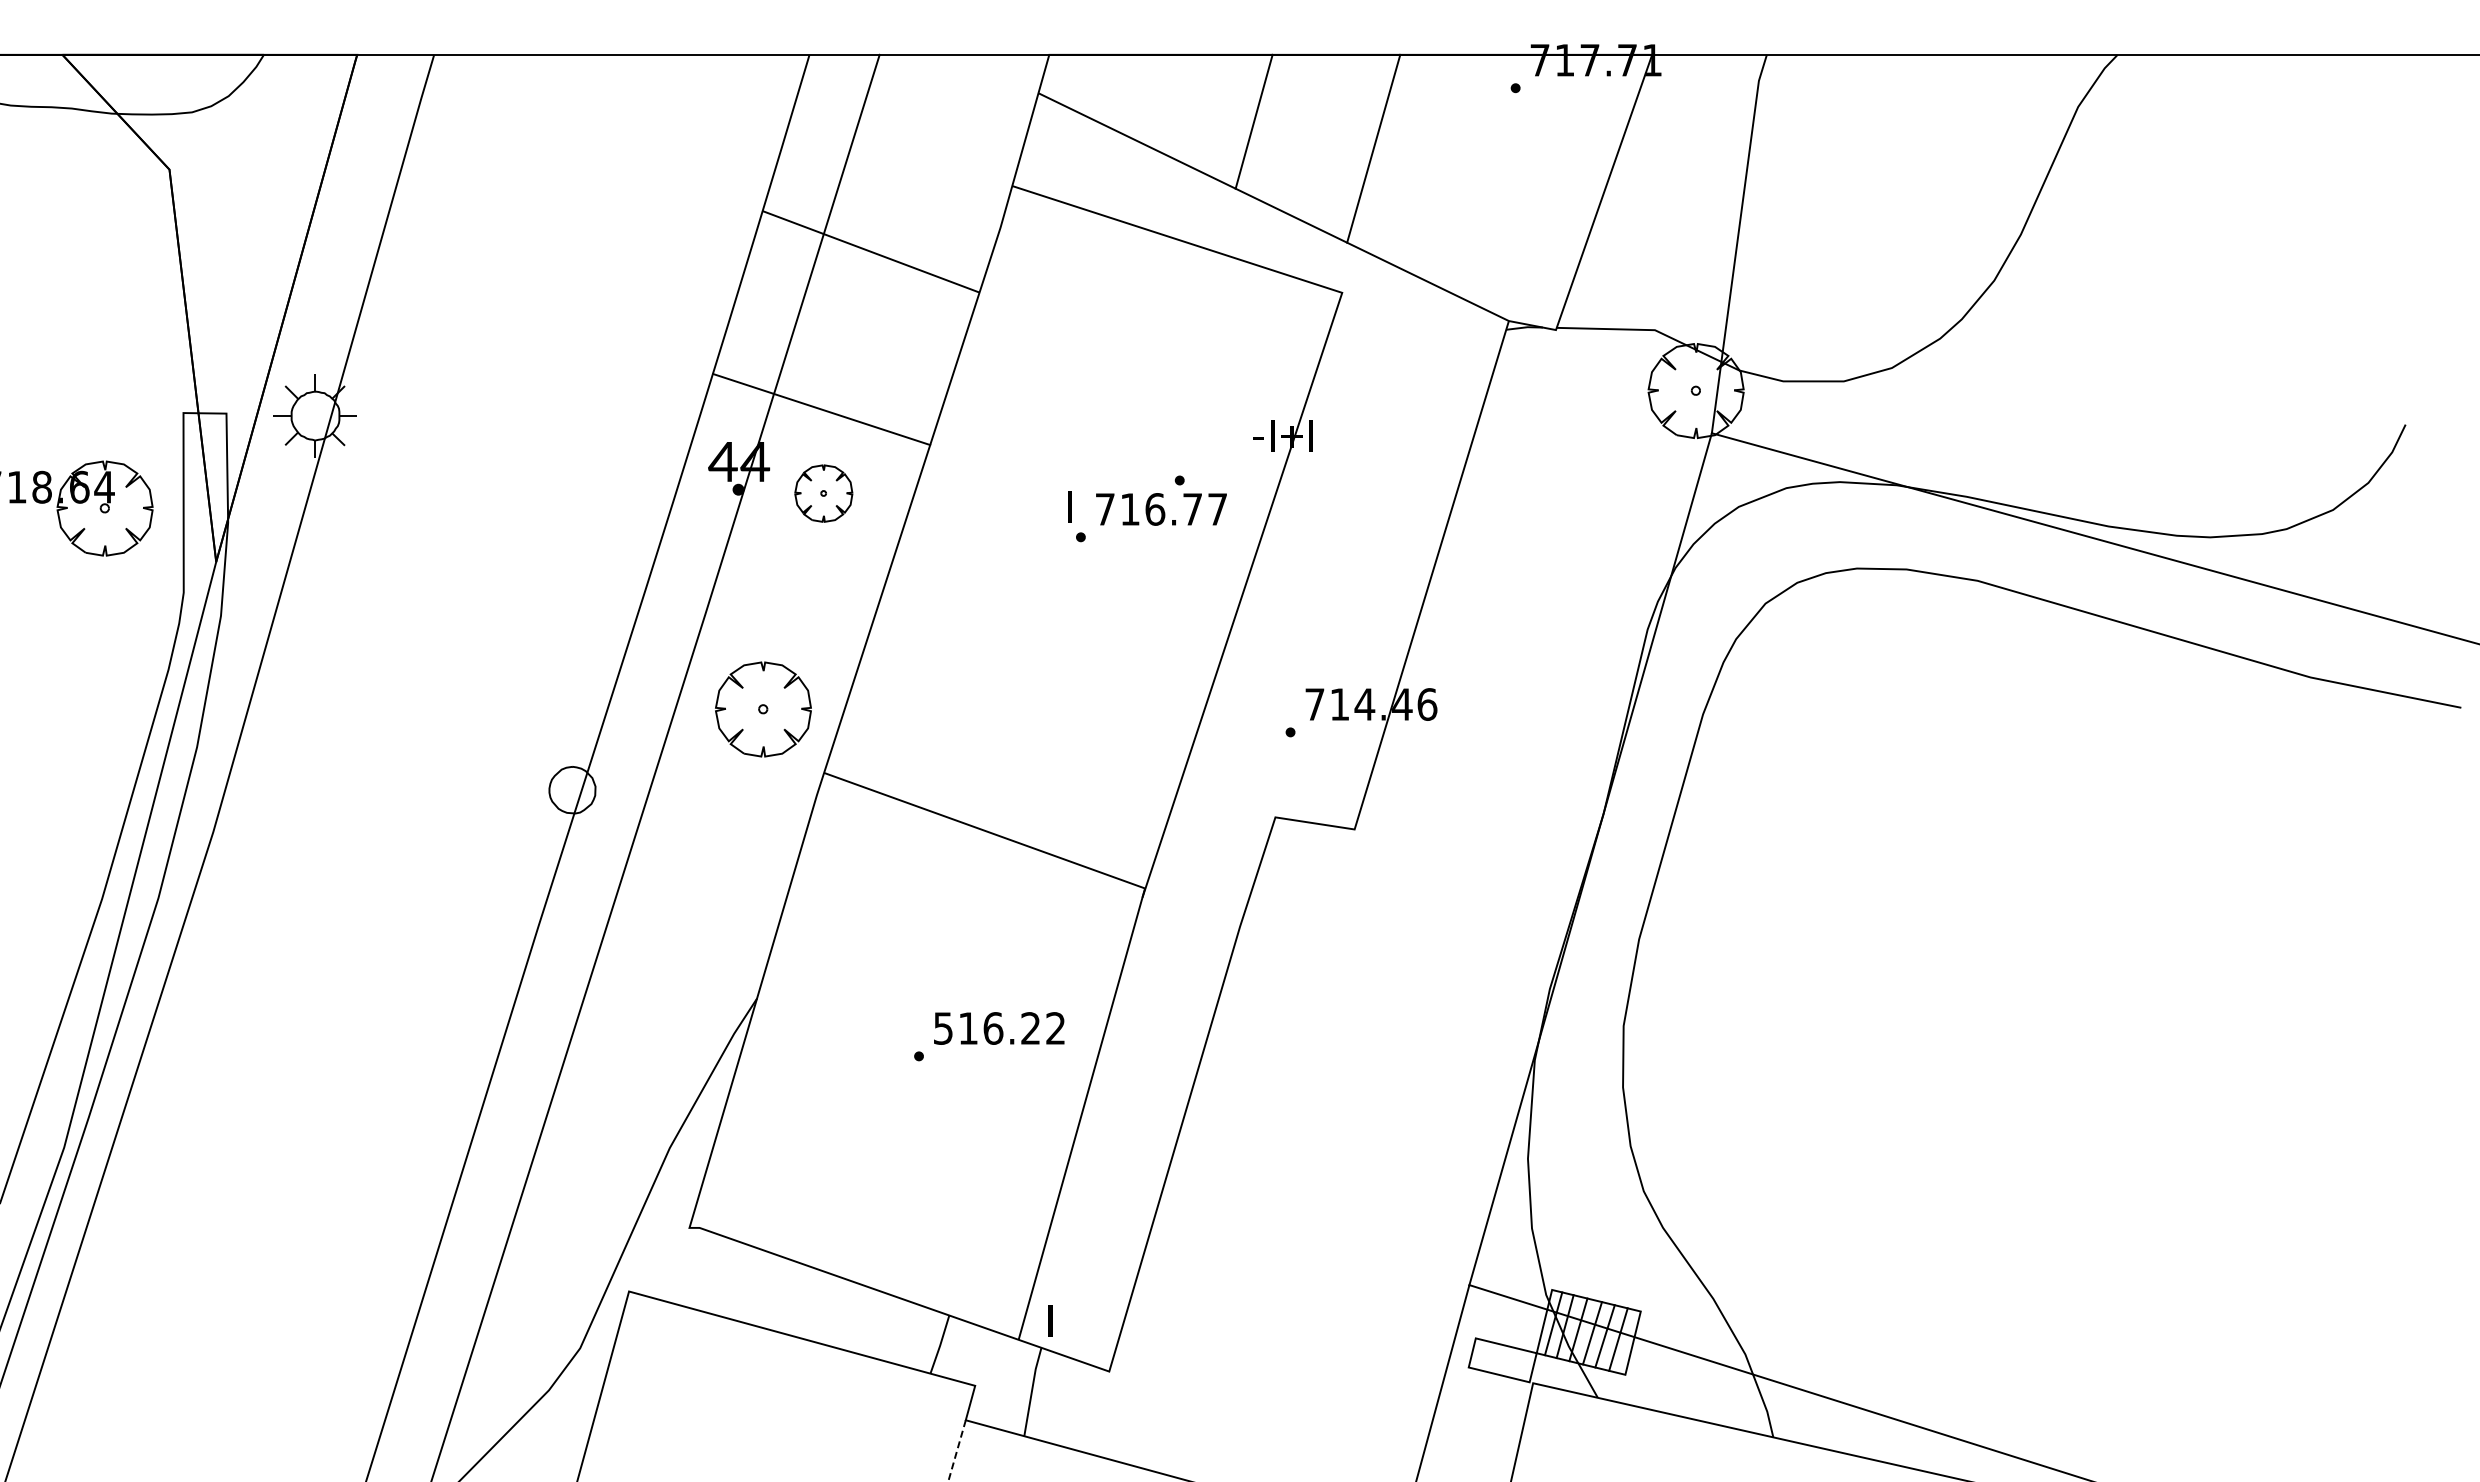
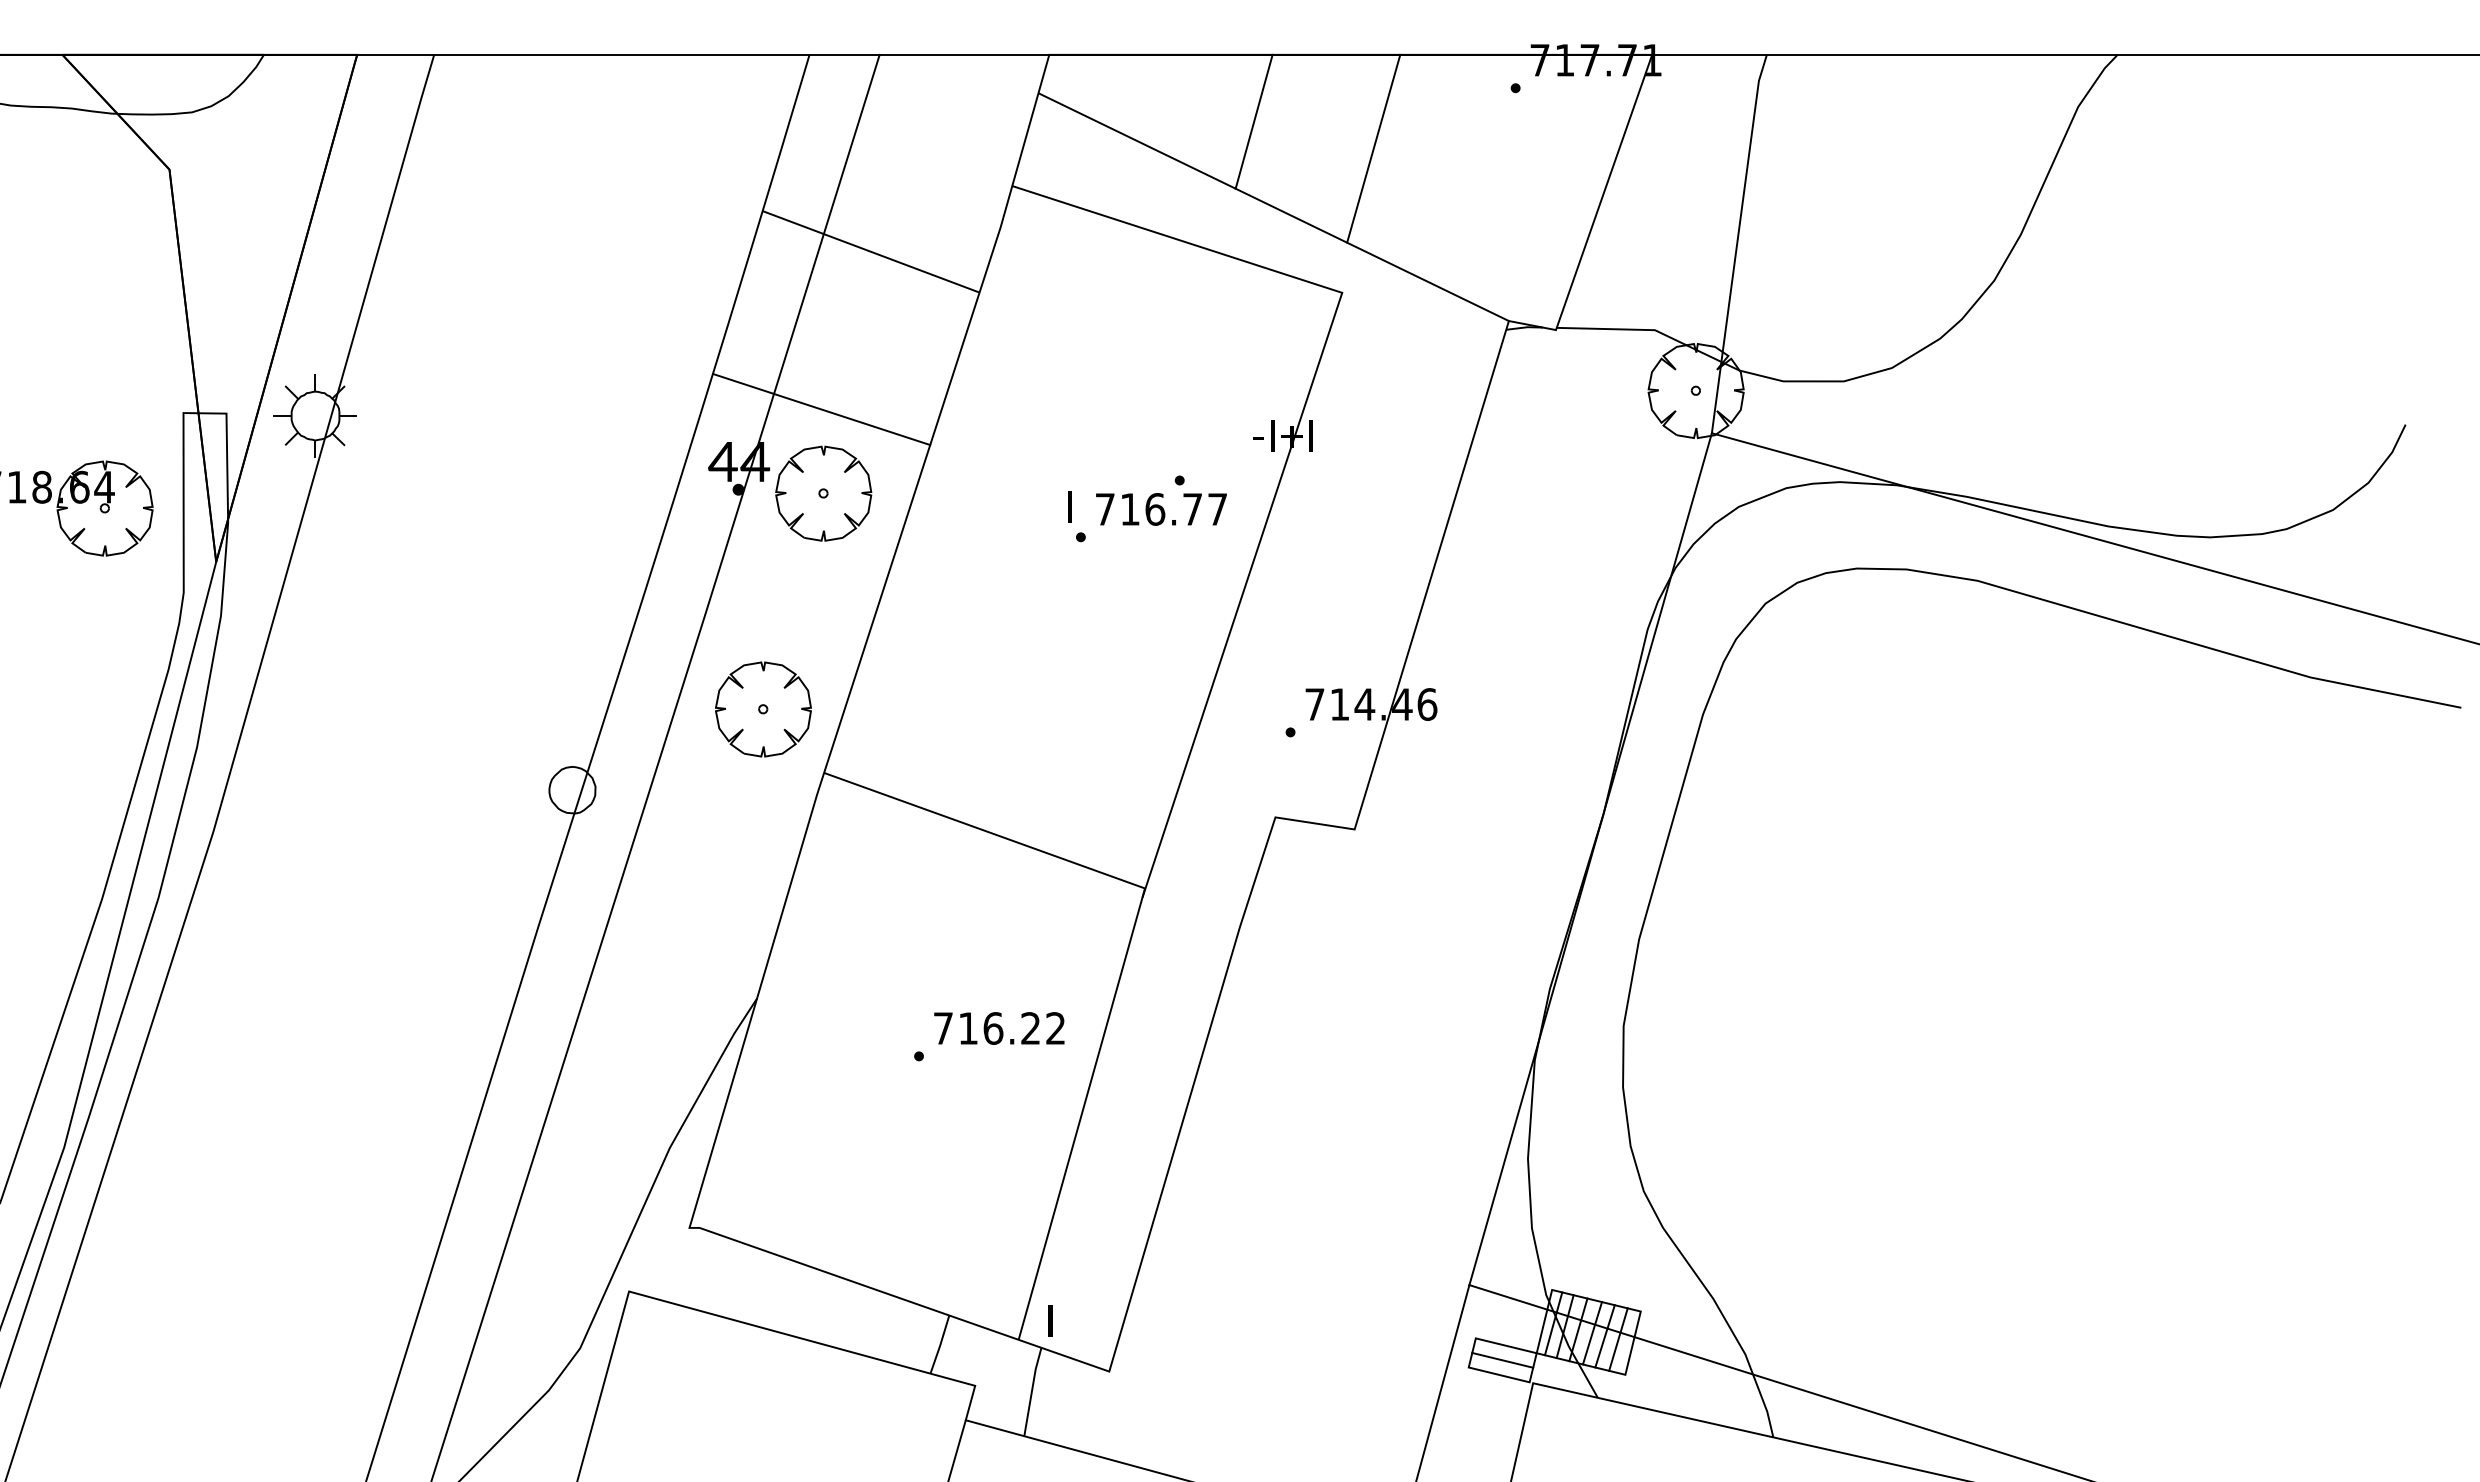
part at (823, 493) size: 60x59 px -> 98x97 px
text at (943, 1028): 516.22 -> 716.22
line at (1502, 1359): none -> present
line at (957, 1450): dashed -> solid
